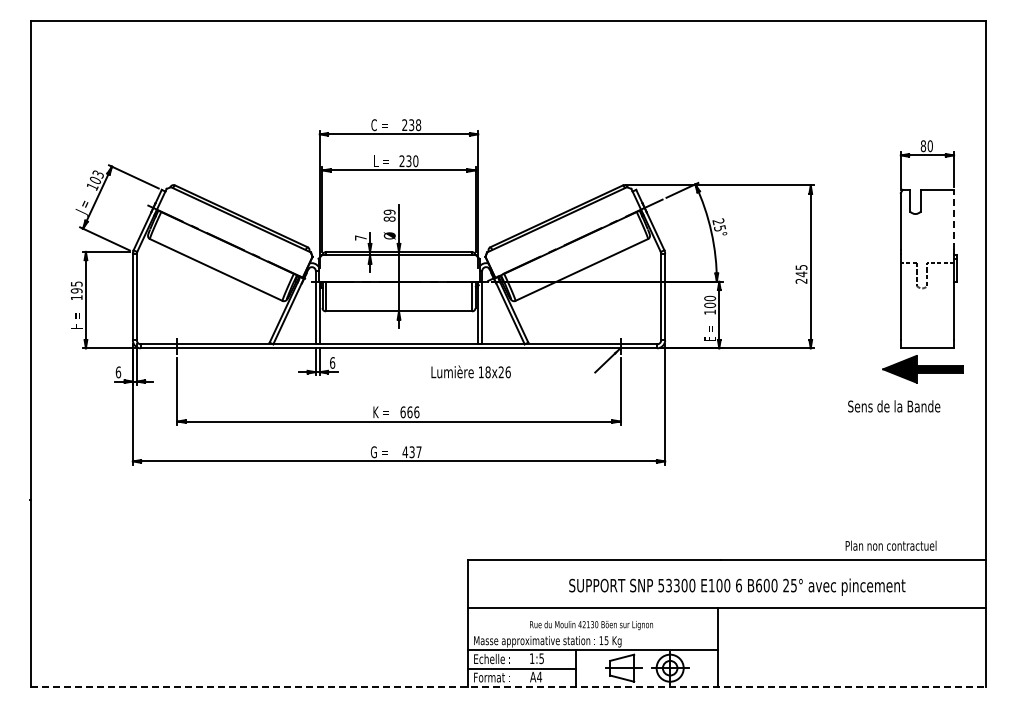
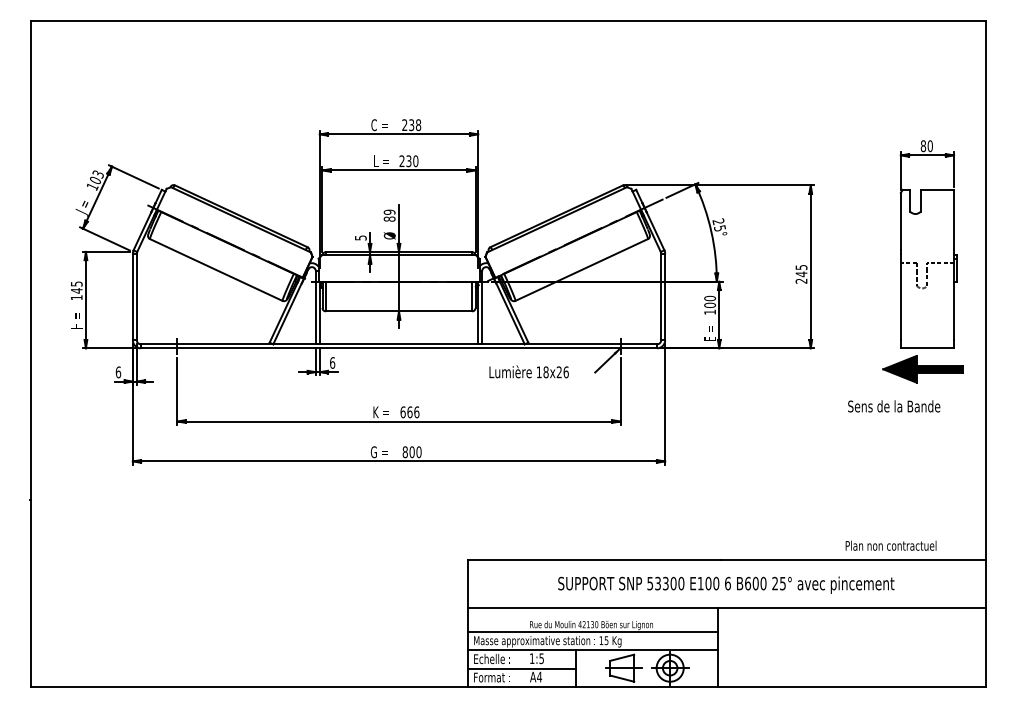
line at (954, 219): dashed -> solid
text at (360, 237): 7 -> 5
text at (76, 290): 195 -> 145
text at (470, 371) position: (470, 371) -> (528, 371)
text at (411, 452): 437 -> 800
text at (737, 586) position: (737, 586) -> (726, 584)
line at (592, 632): none -> present
line at (508, 686): dashed -> solid
